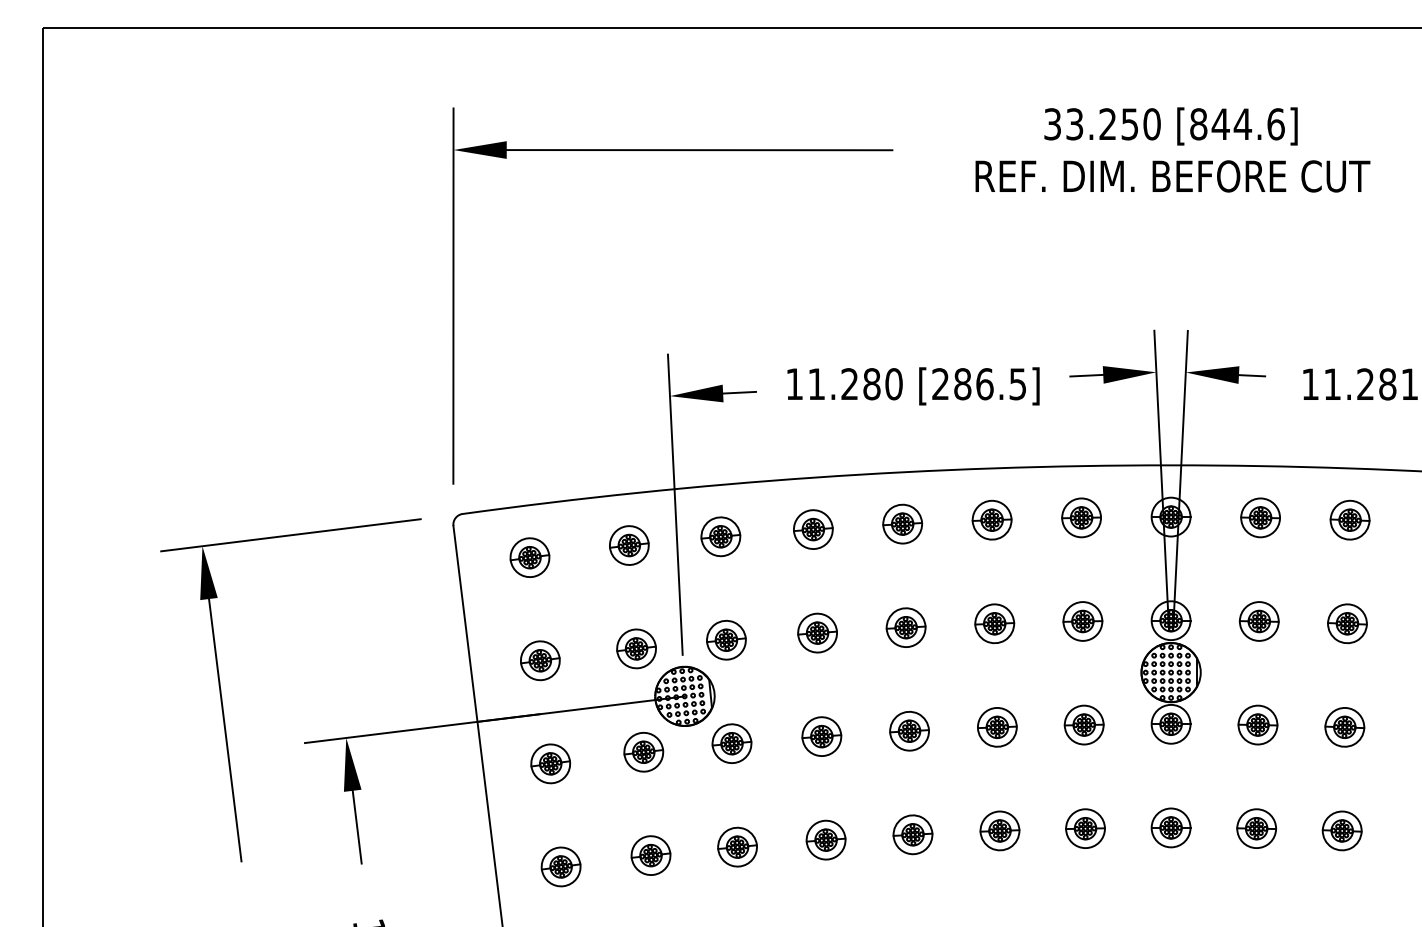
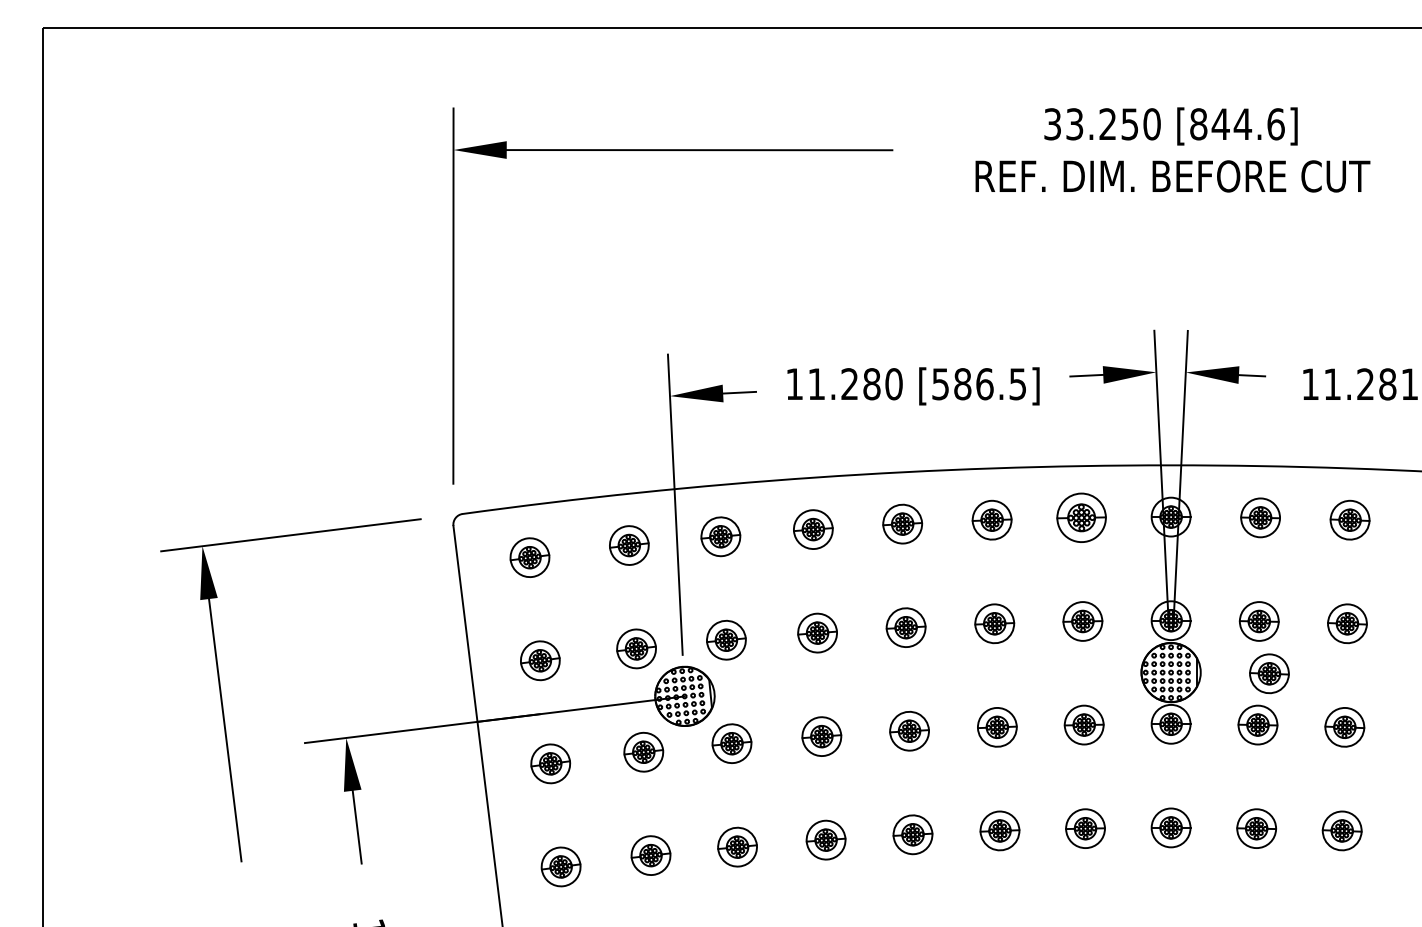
text at (940, 384): [286.5] -> [586.5]
part at (1081, 517) size: 41x42 px -> 51x51 px
part at (1269, 673): none -> present
